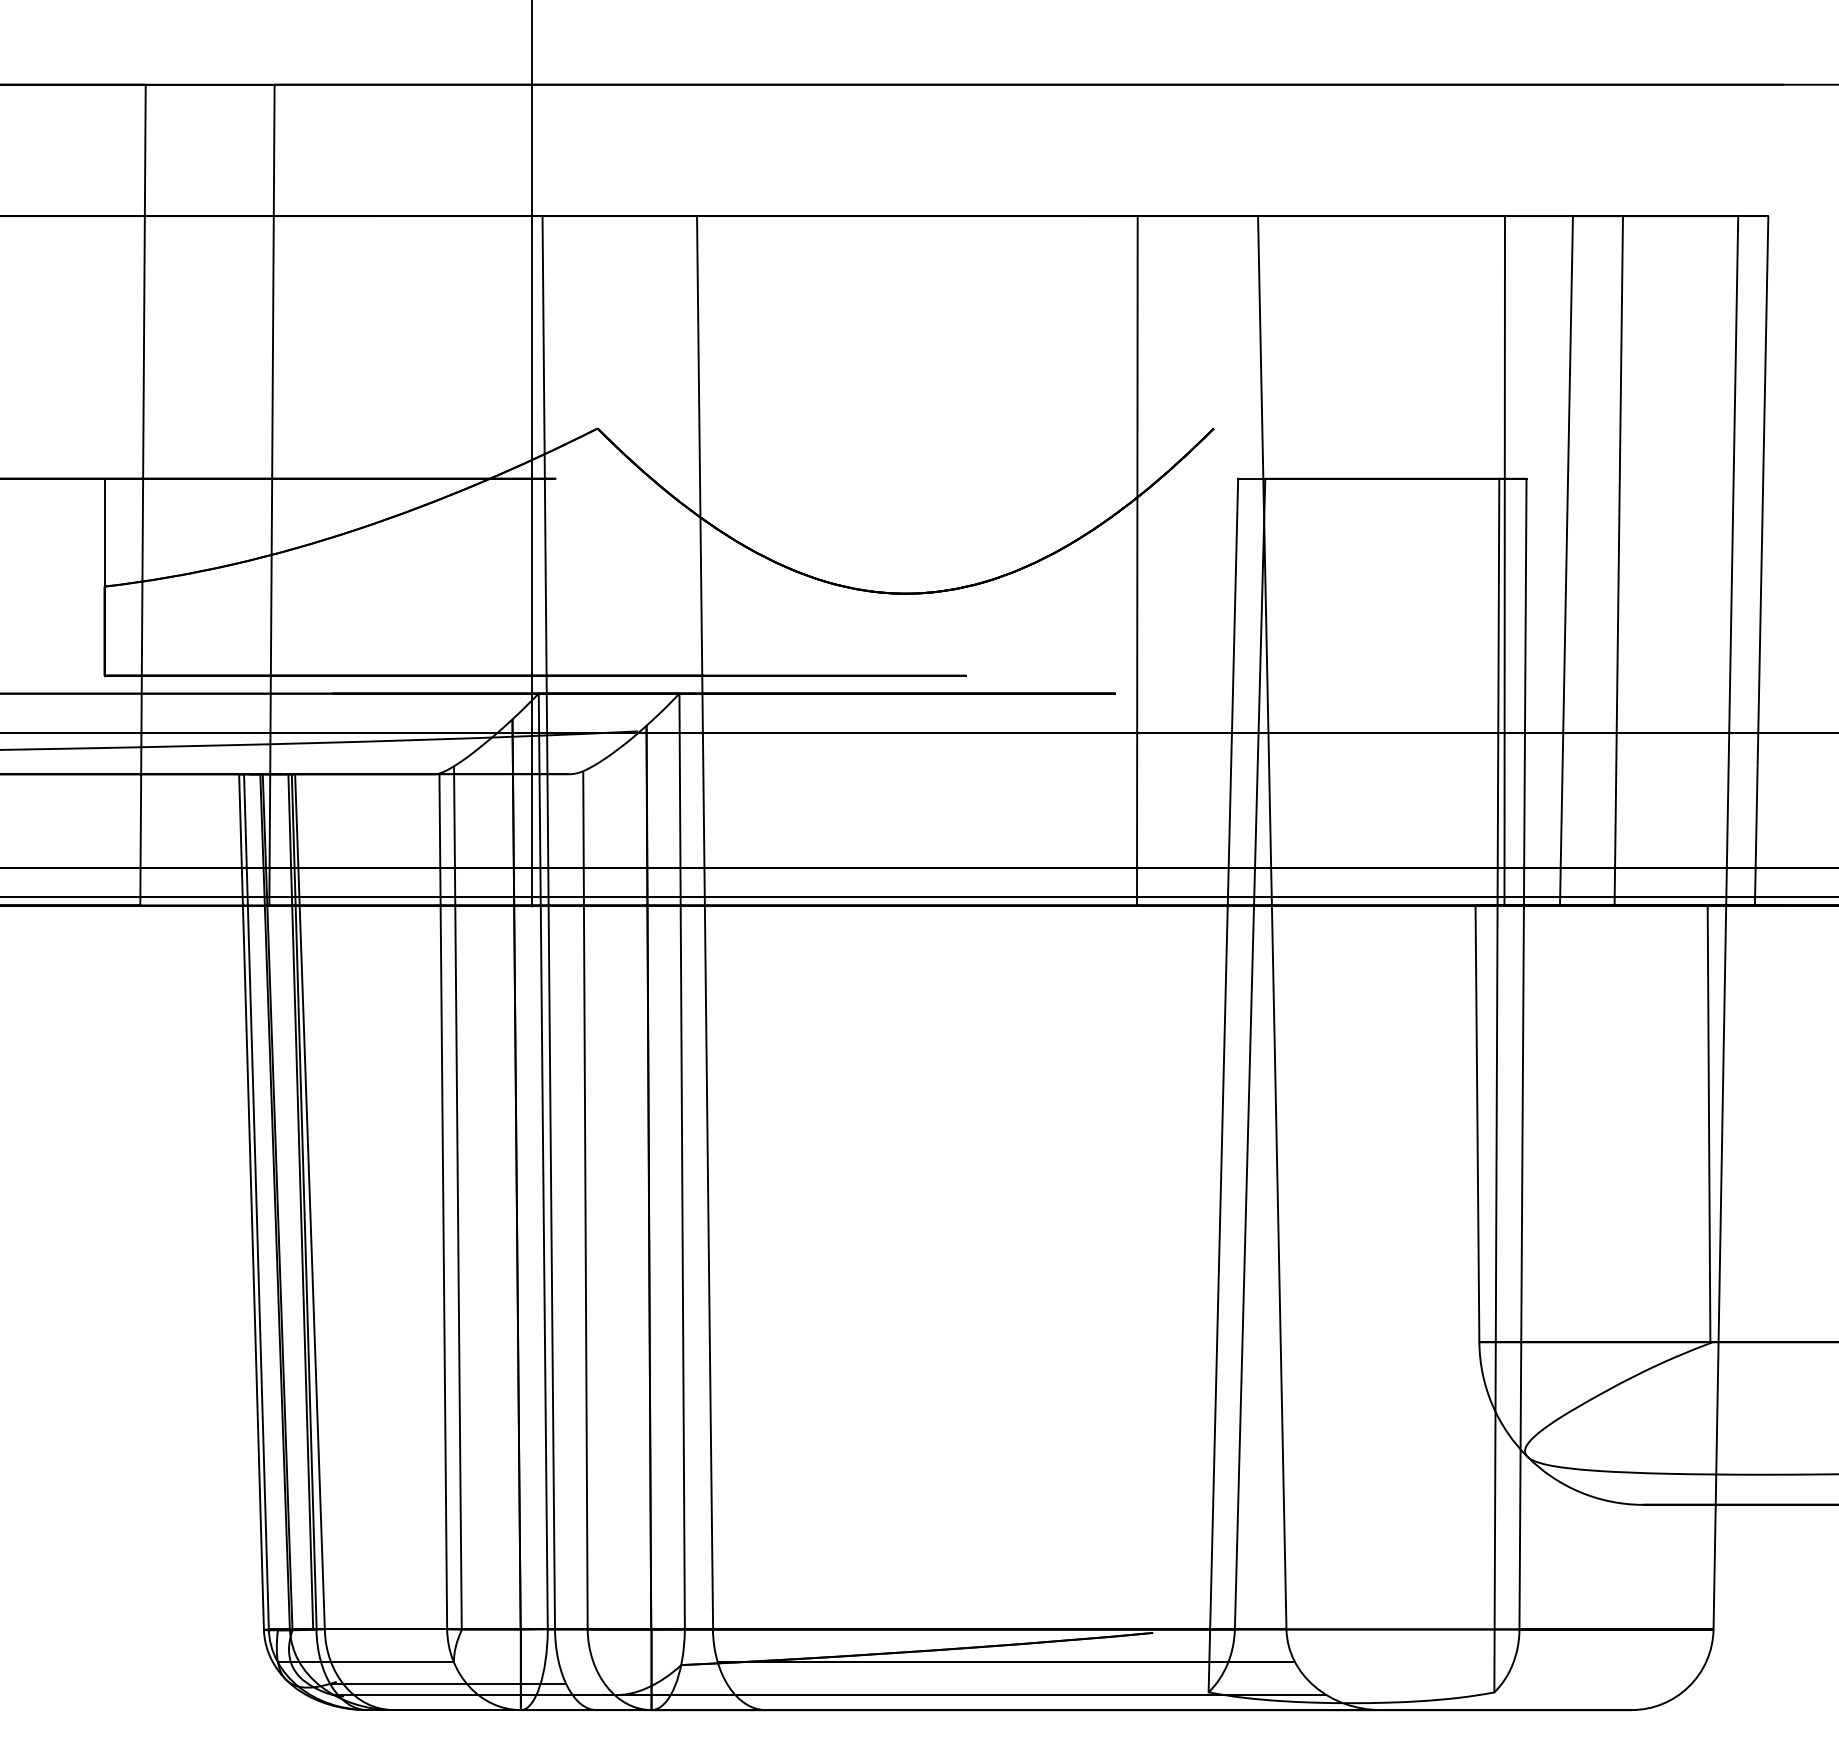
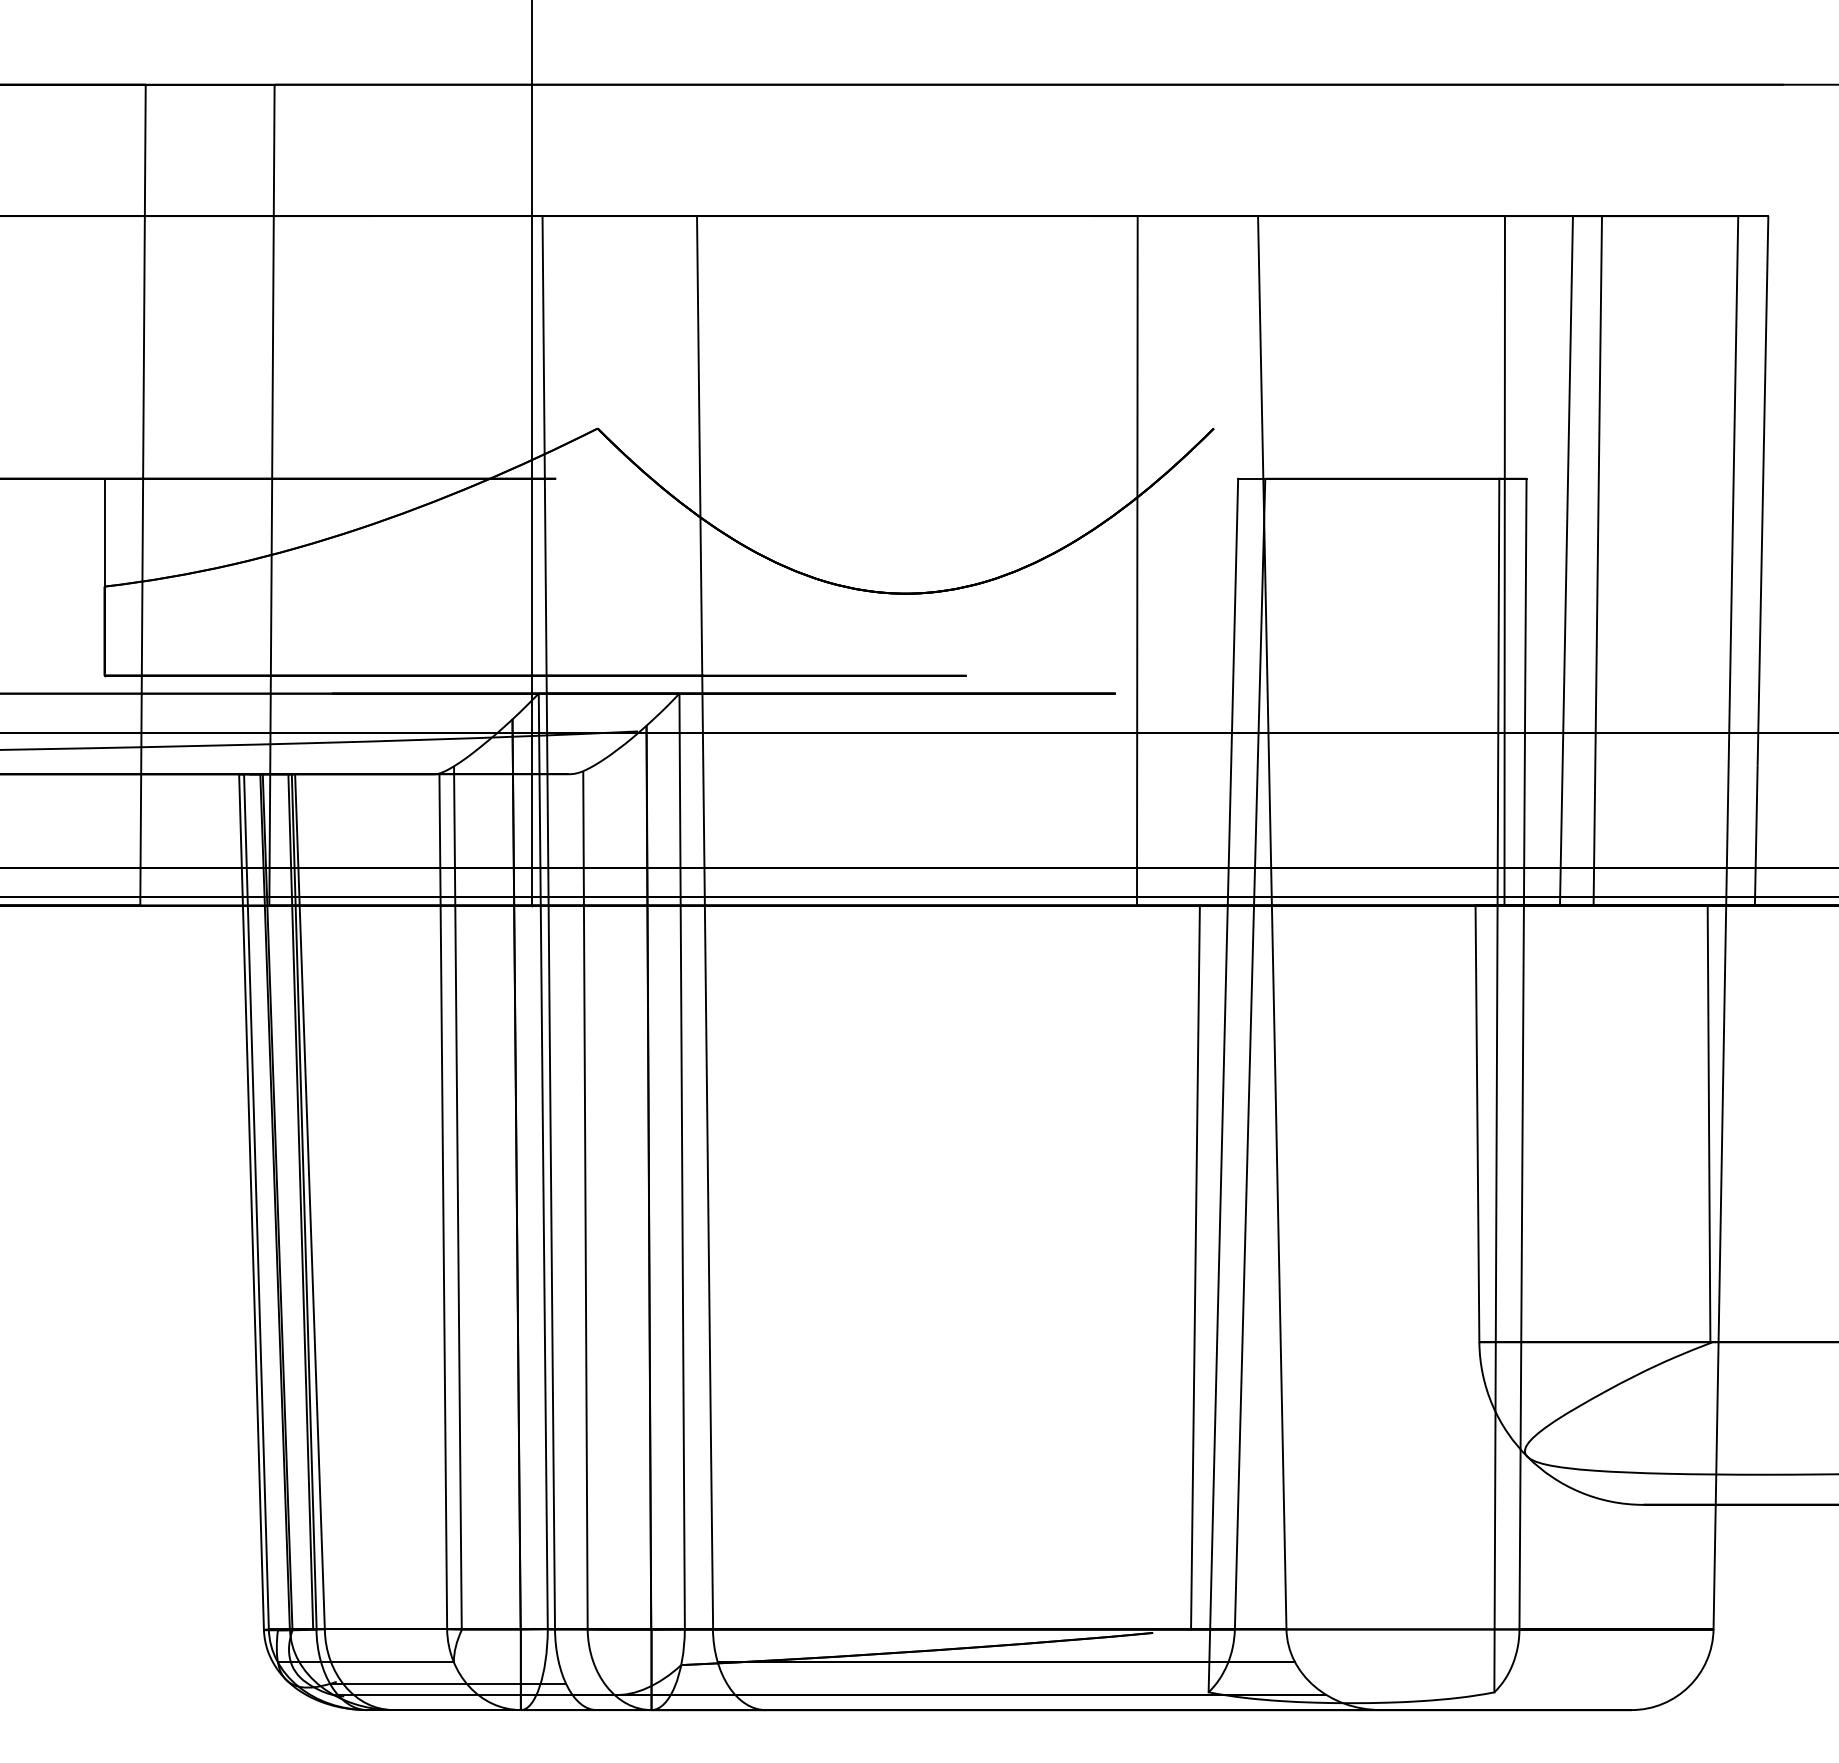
line at (1618, 560) position: (1618, 560) -> (1597, 560)
line at (1195, 1267): none -> present
